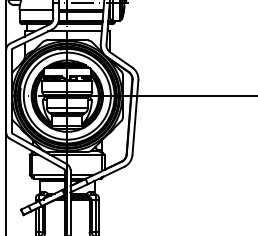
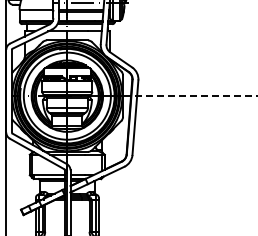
line at (190, 96): solid -> dashed
